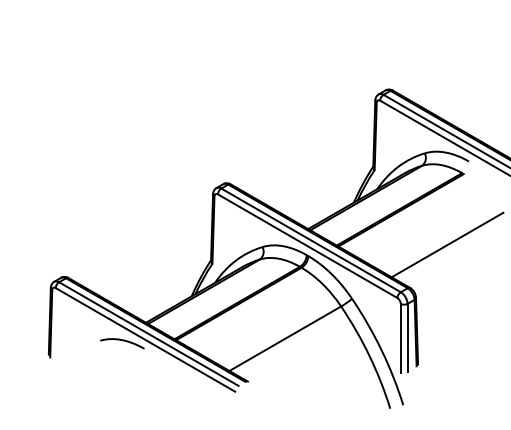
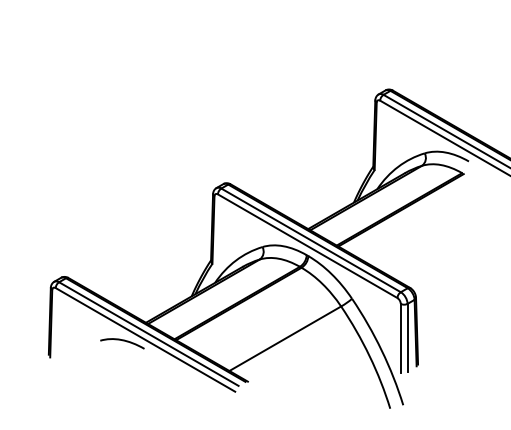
line at (447, 244): present -> none
